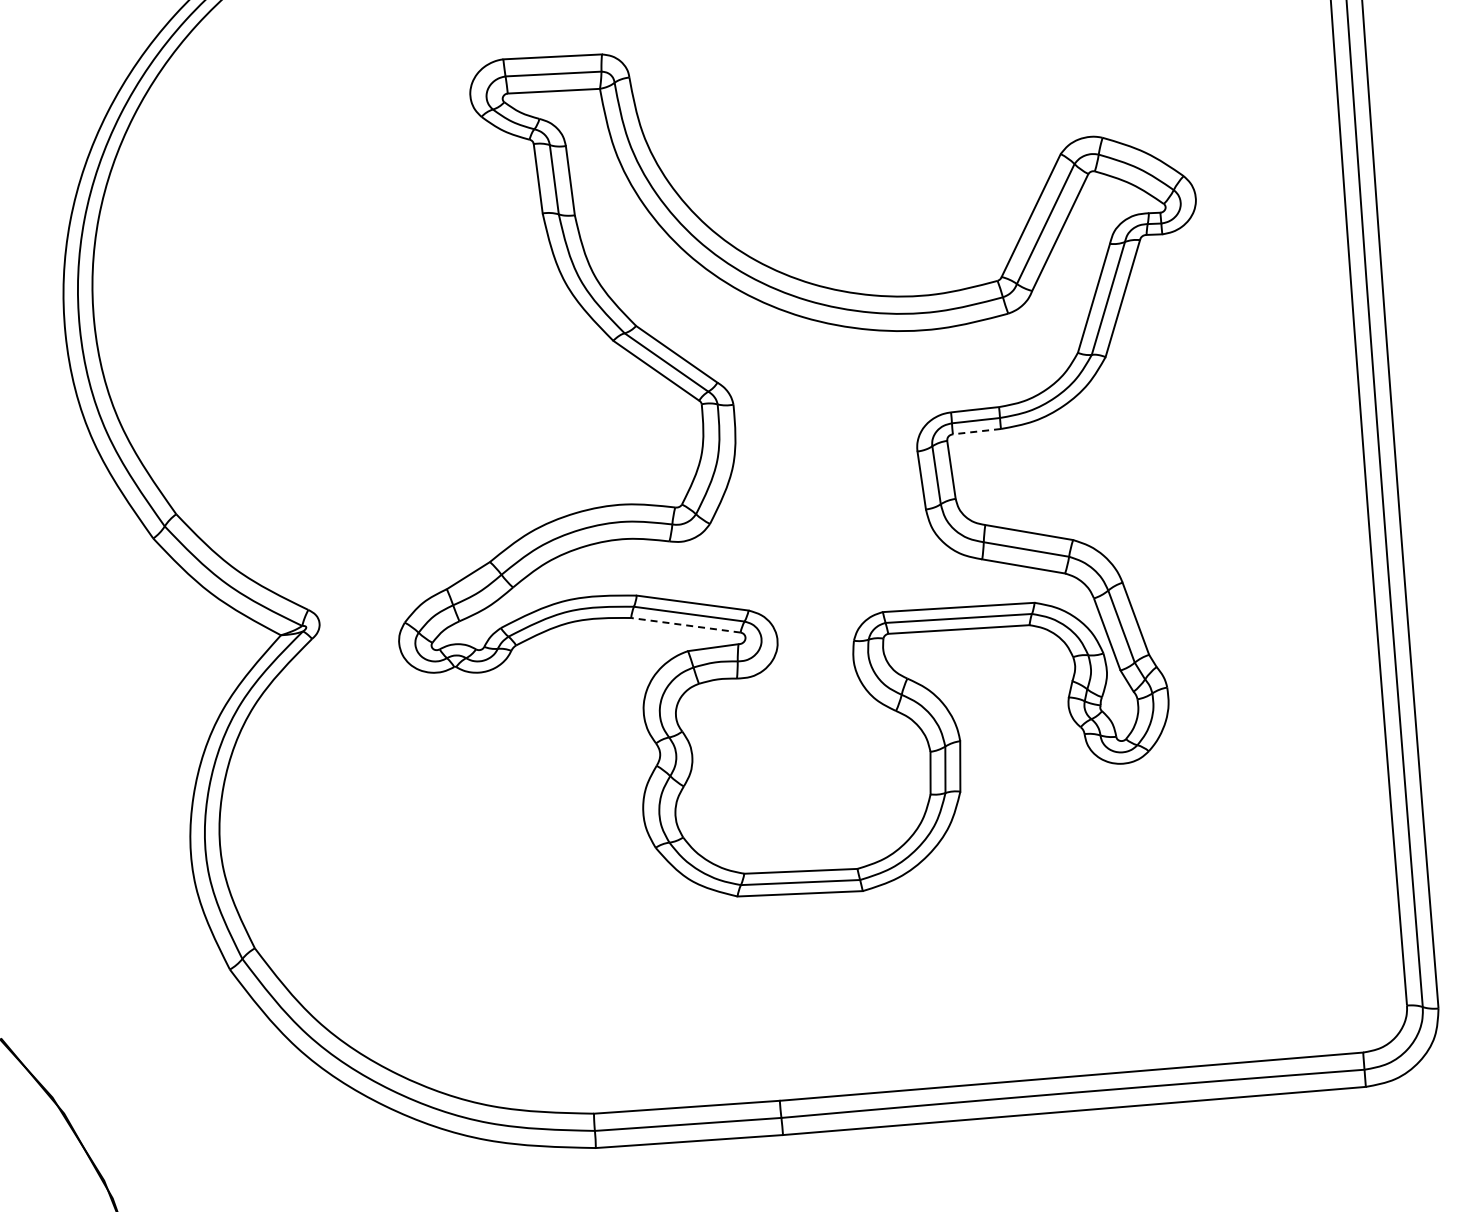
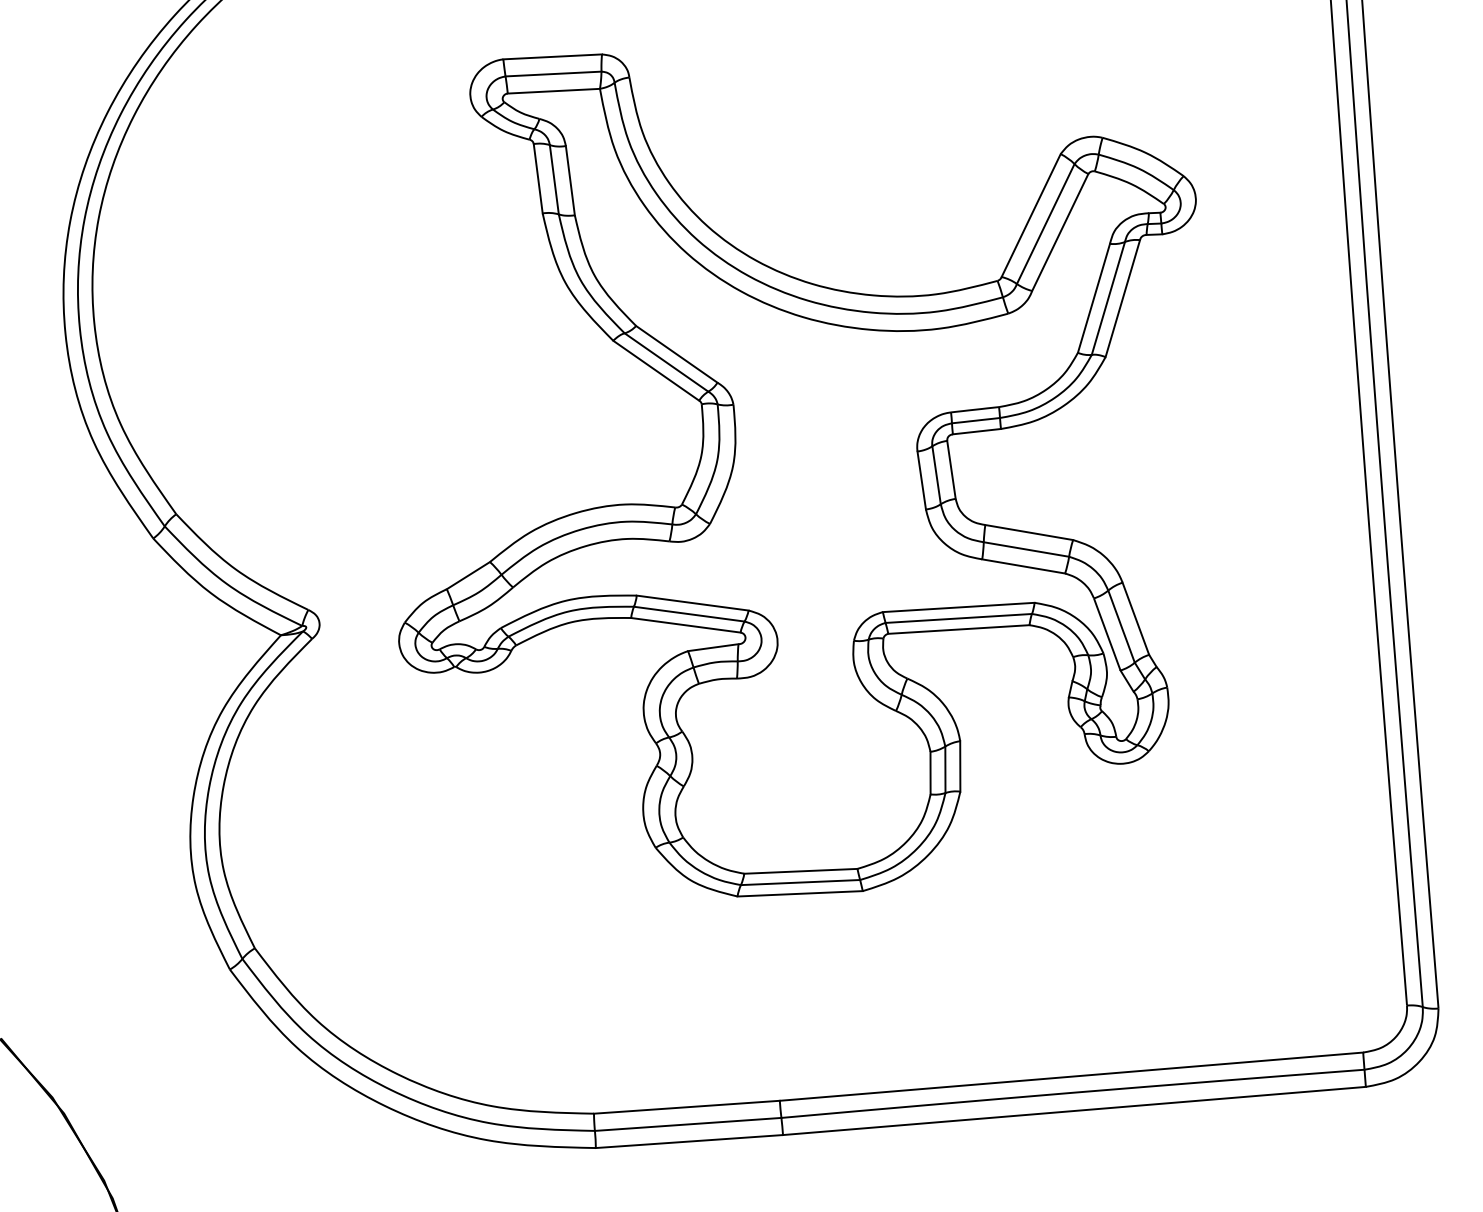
line at (976, 431): dashed -> solid
line at (685, 625): dashed -> solid
